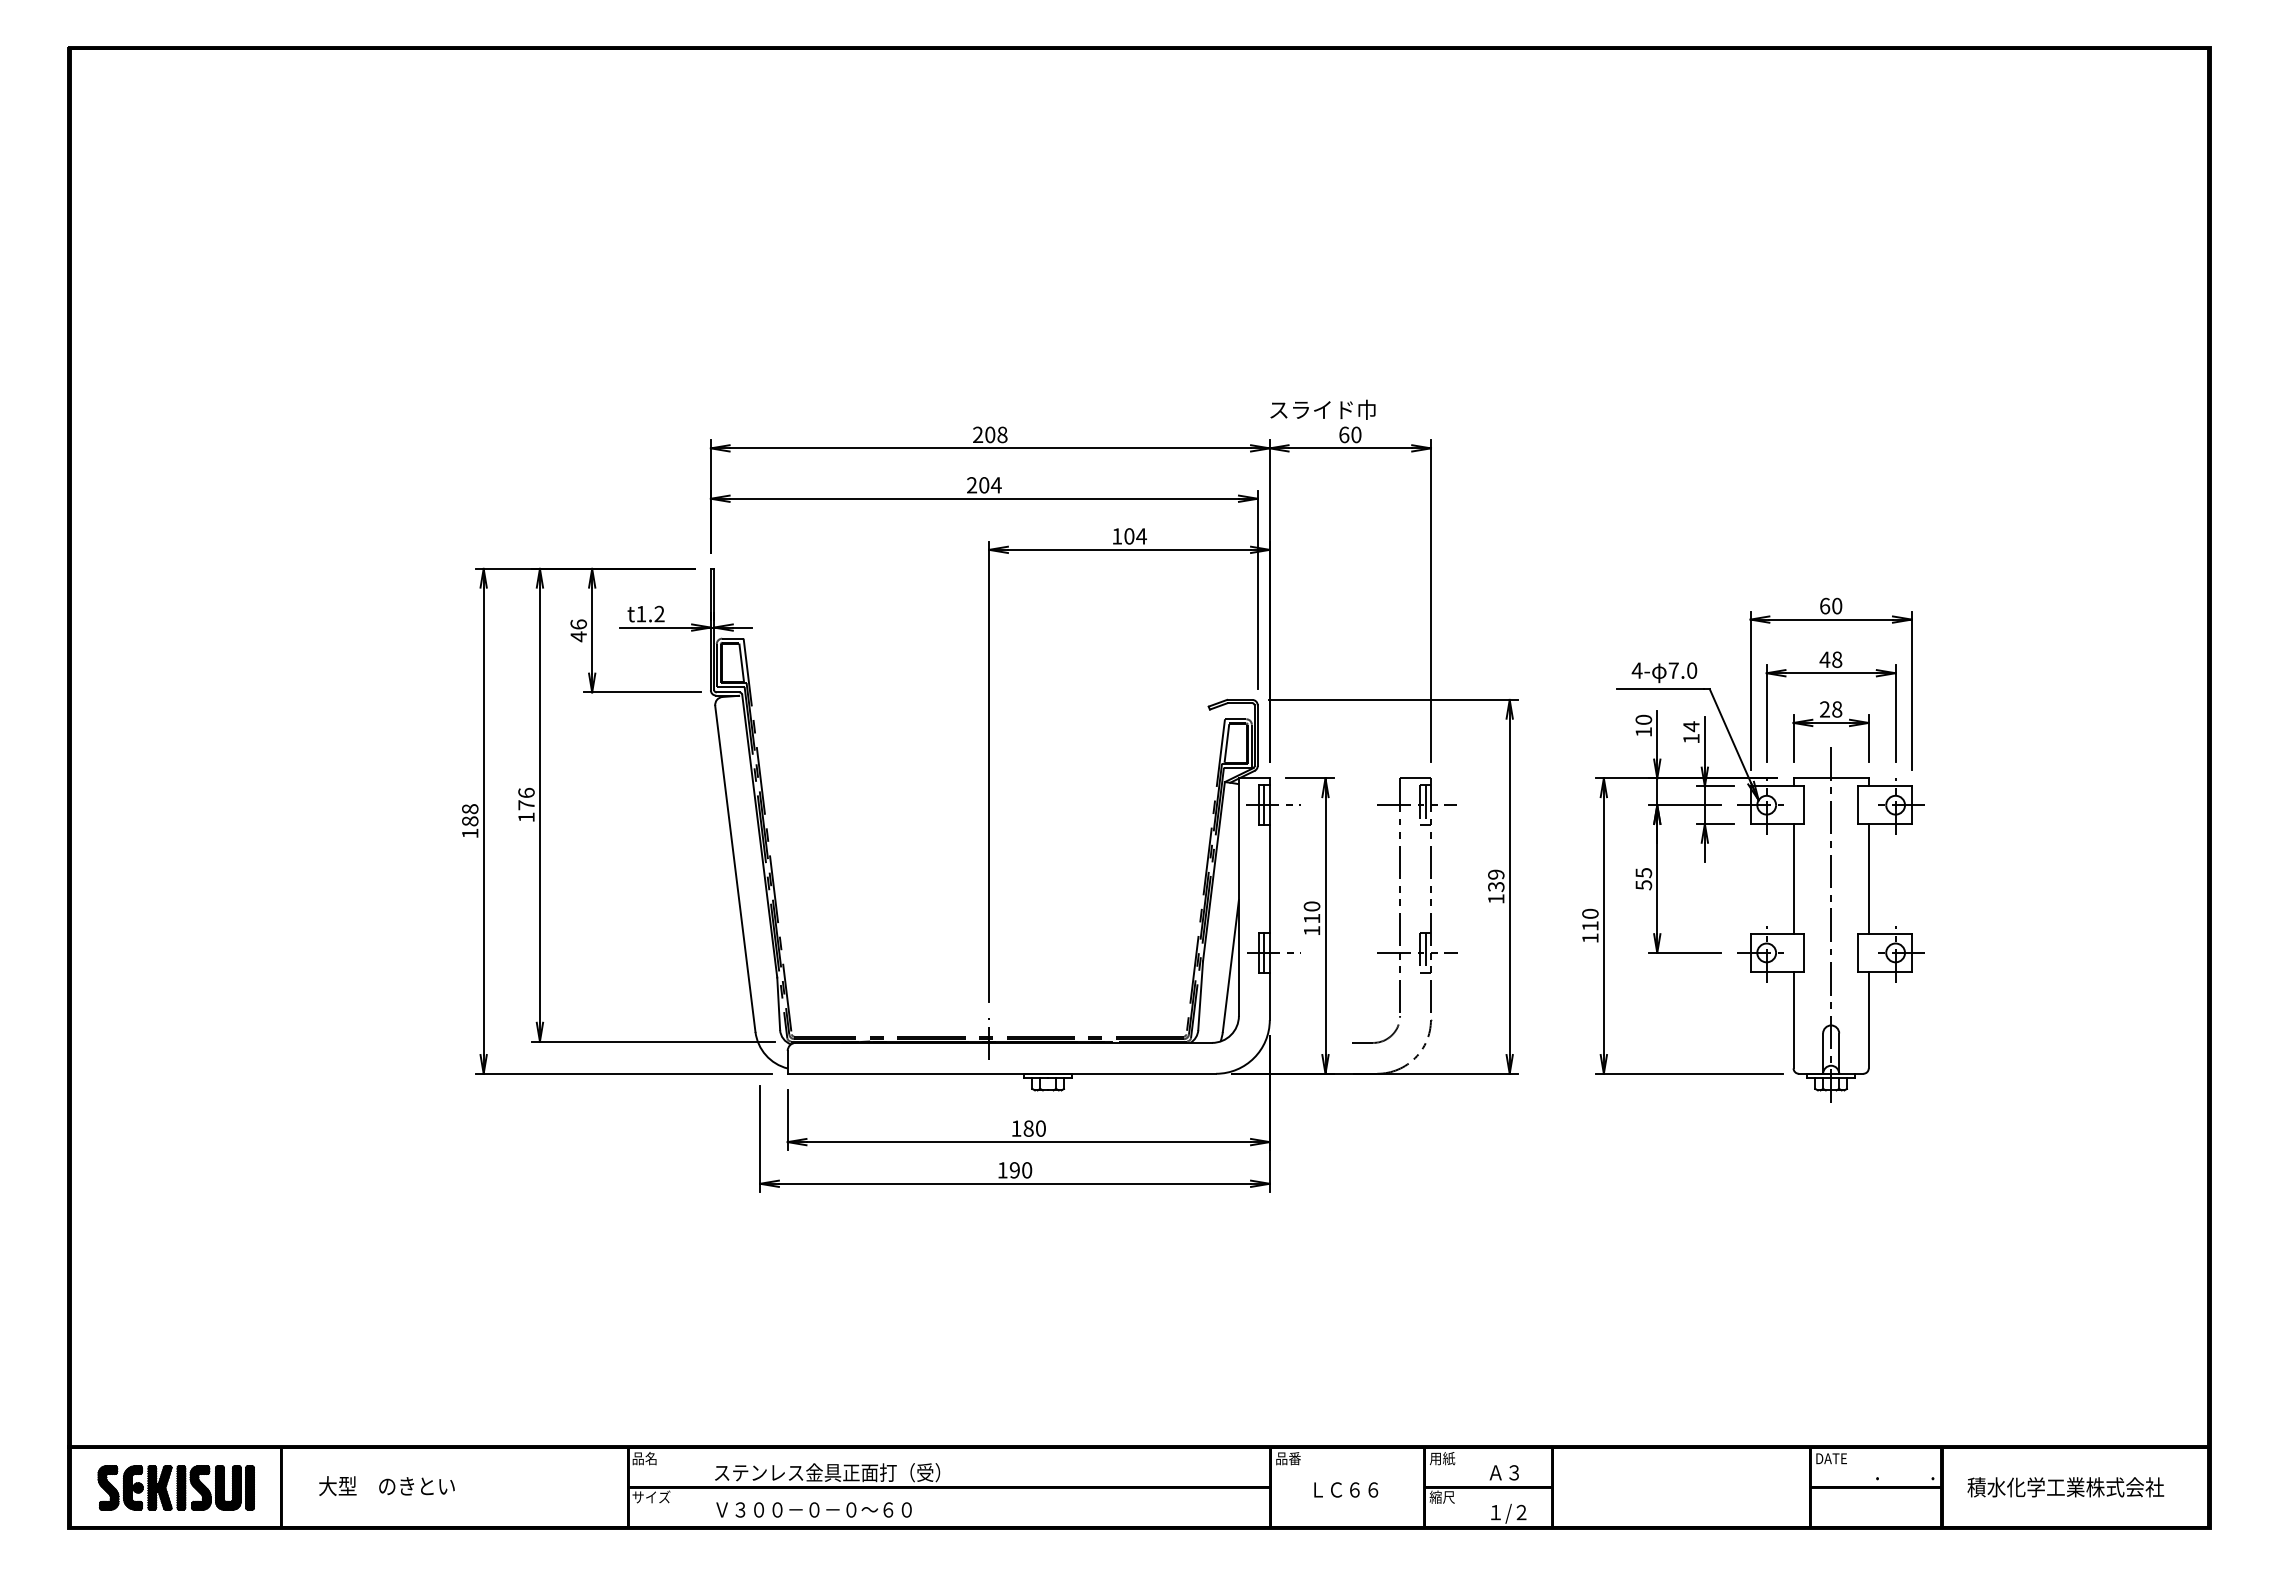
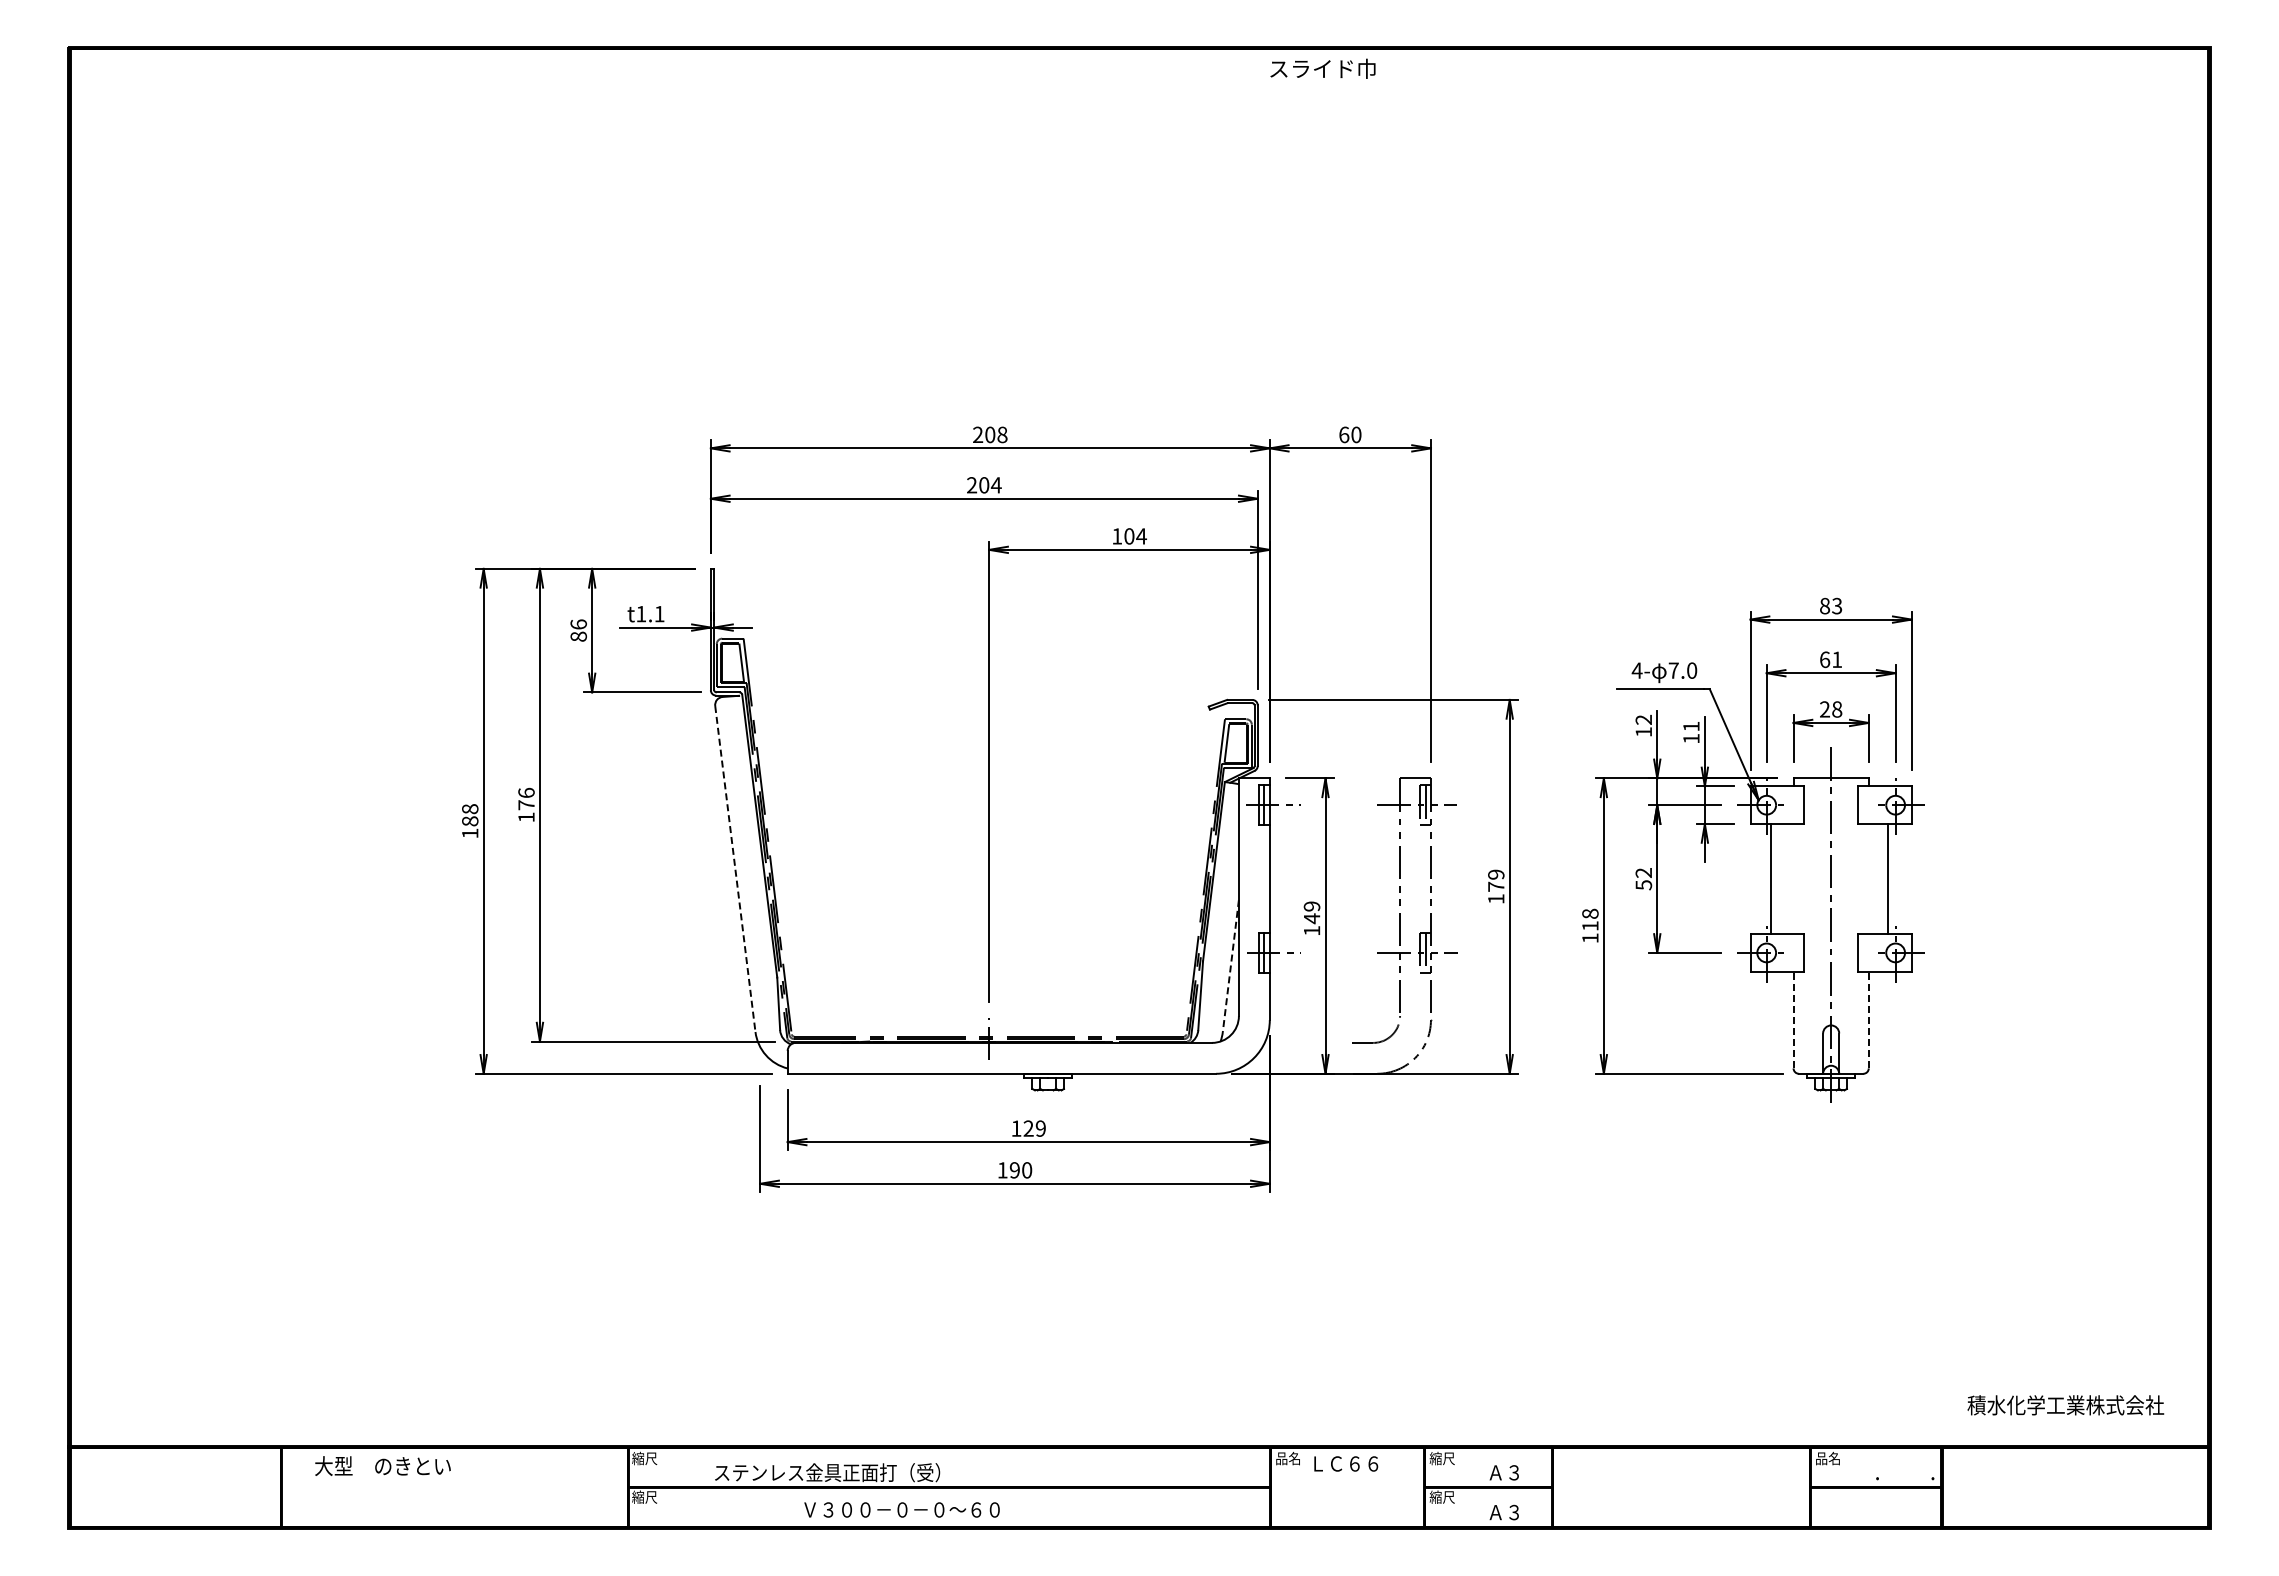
text at (1322, 409) position: (1322, 409) -> (1322, 68)
text at (1831, 605): 60 -> 83
text at (659, 613): t1.2 -> t1.1
text at (578, 636): 46 -> 86
text at (1830, 659): 48 -> 61
text at (1643, 719): 10 -> 12
text at (1691, 726): 14 -> 11
line at (735, 869): solid -> dashed
text at (1643, 873): 55 -> 52
line at (1793, 879) position: (1793, 879) -> (1770, 879)
line at (1868, 879) position: (1868, 879) -> (1887, 879)
text at (1496, 886): 139 -> 179
text at (1311, 912): 110 -> 149
text at (1590, 913): 110 -> 118
line at (1230, 965): solid -> dashed
line at (1793, 1019): solid -> dashed
line at (1868, 1019): solid -> dashed
text at (1034, 1128): 180 -> 129
text at (644, 1458): 品名 -> 縮尺
text at (1294, 1458): 品番 -> 品名
text at (1442, 1458): 用紙 -> 縮尺
text at (1831, 1458): DATE -> 品名
text at (386, 1485) position: (386, 1485) -> (382, 1465)
part at (175, 1487): present -> none
text at (2065, 1487) position: (2065, 1487) -> (2065, 1405)
text at (1346, 1489) position: (1346, 1489) -> (1346, 1463)
text at (651, 1496): サイズ -> 縮尺
text at (813, 1509) position: (813, 1509) -> (901, 1509)
text at (1507, 1513): １/２ -> Ａ３
